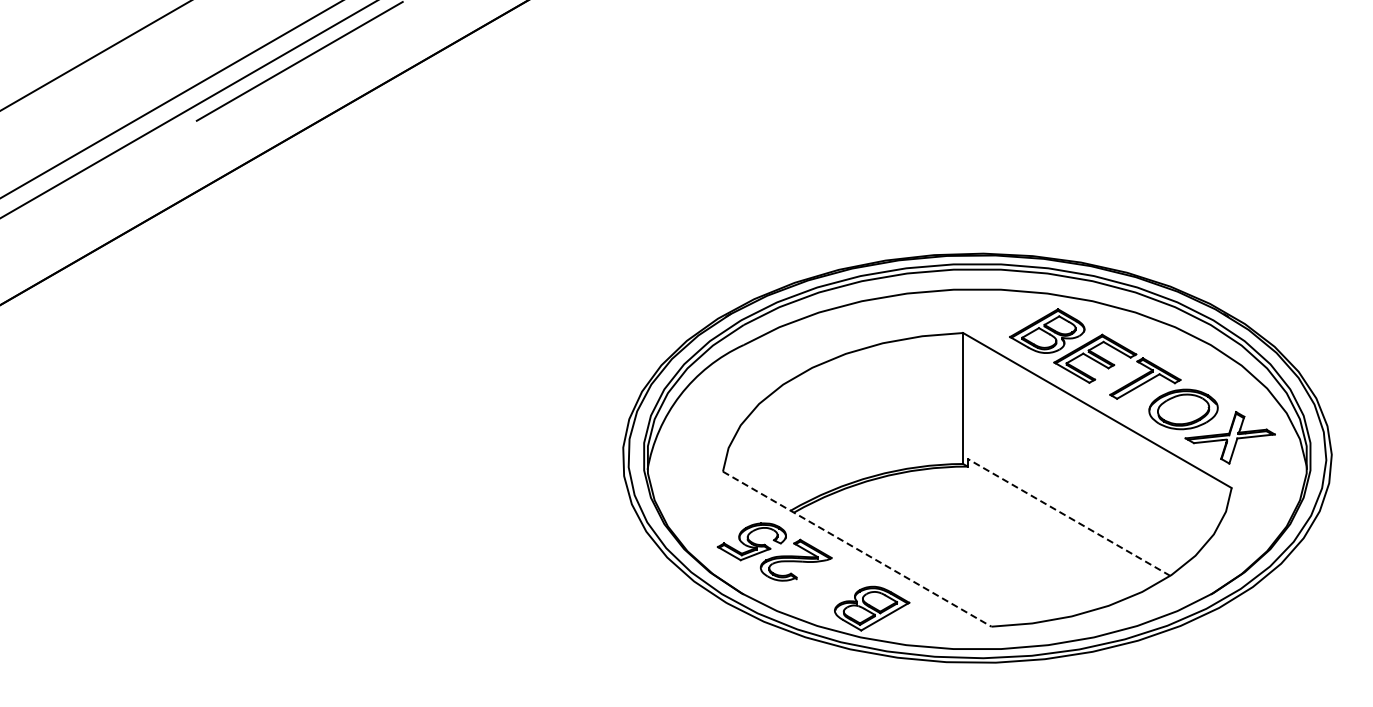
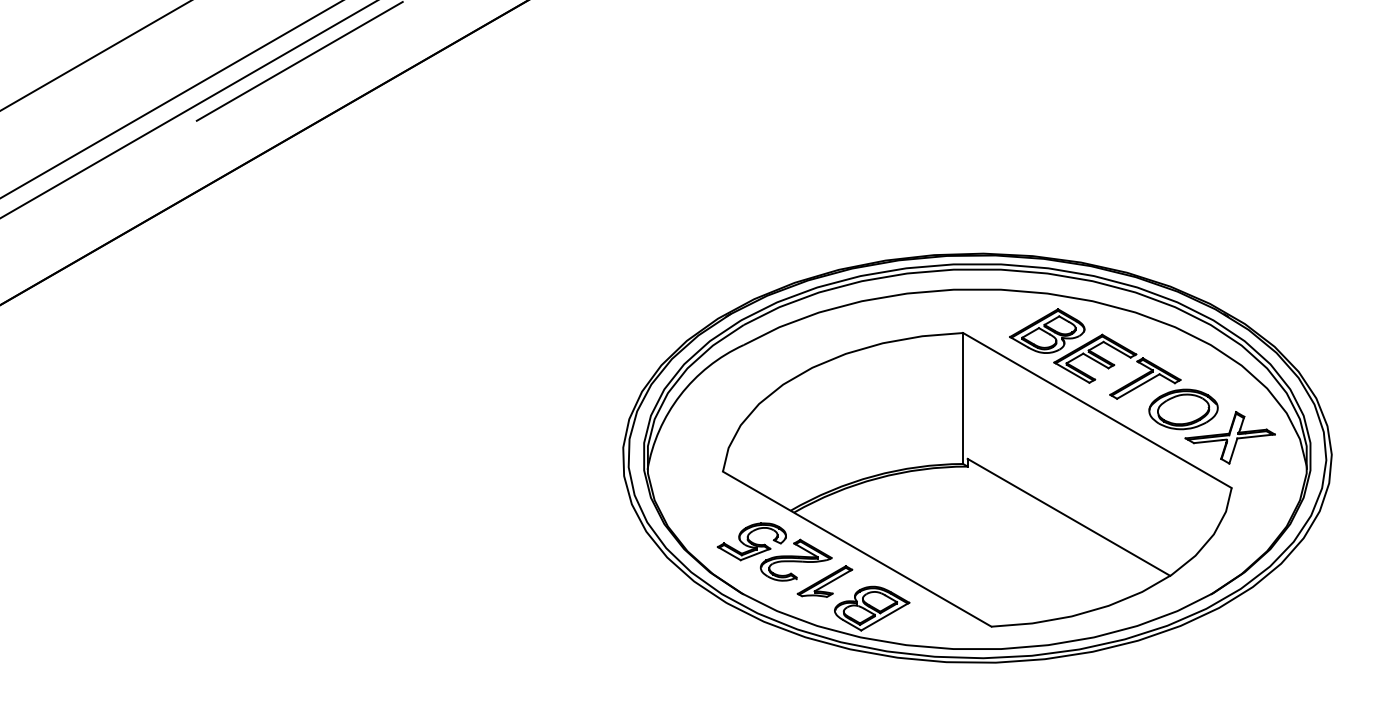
line at (1068, 517): dashed -> solid
line at (857, 549): dashed -> solid
part at (824, 581): none -> present
